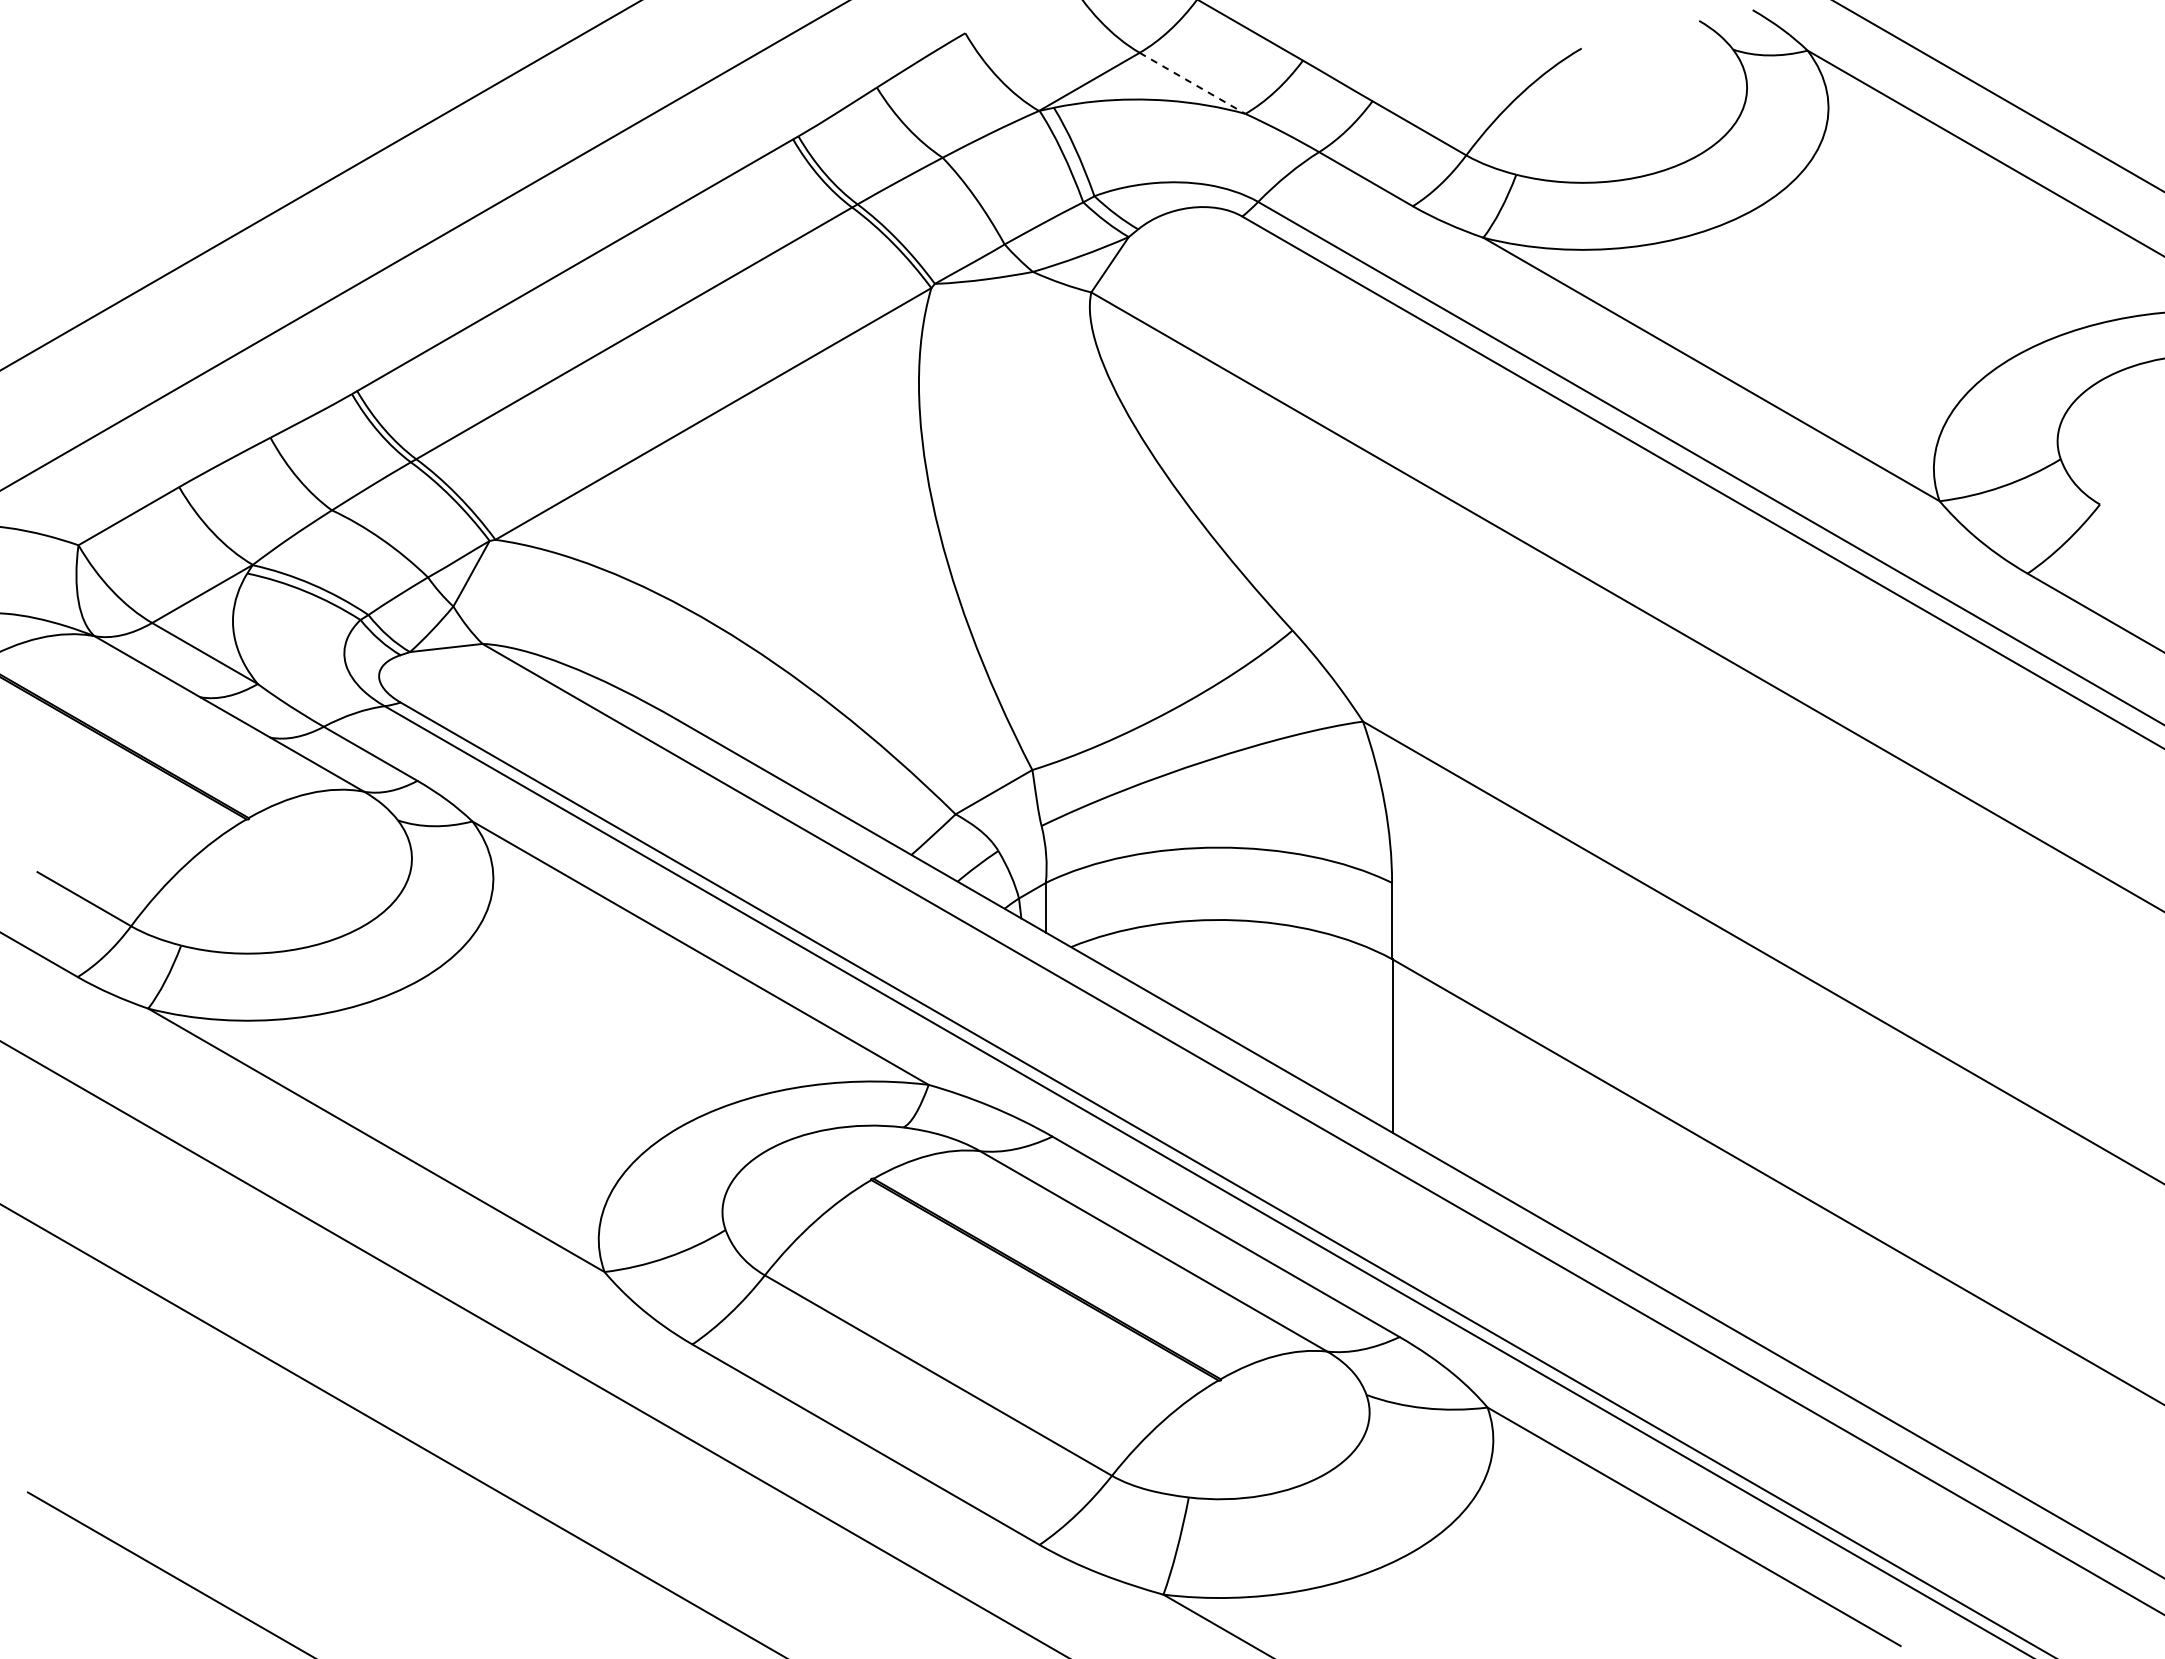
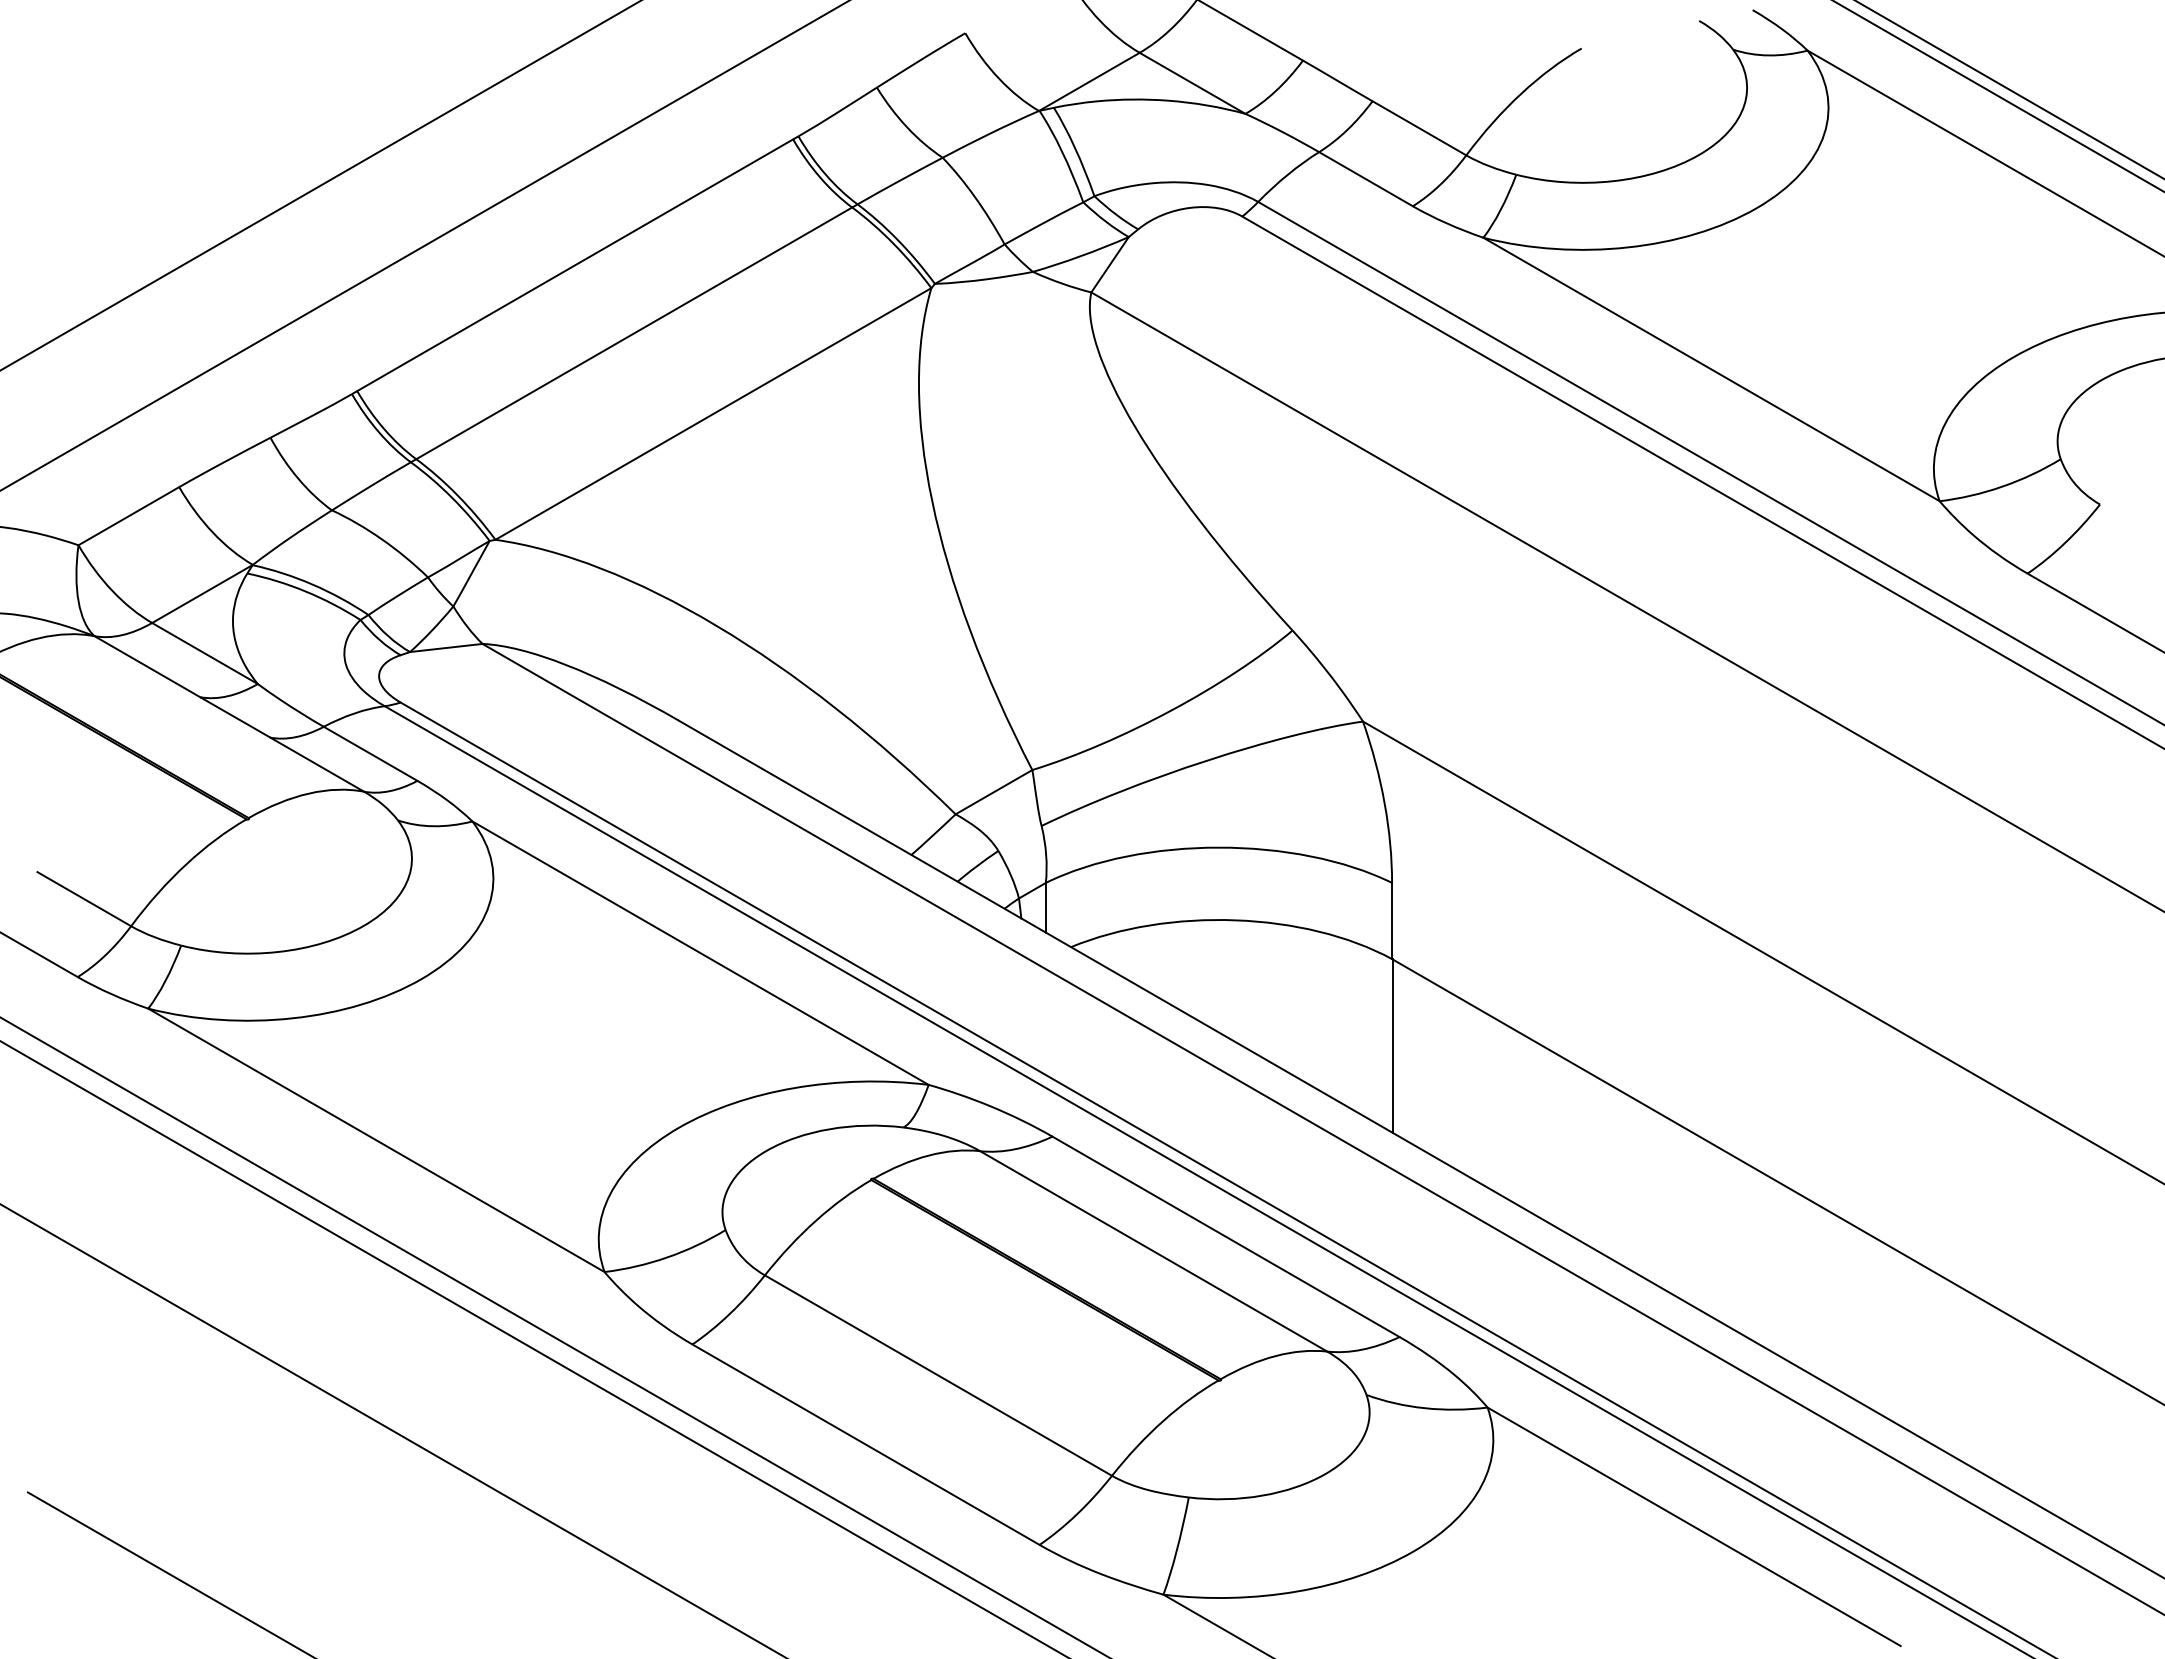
line at (1193, 83): dashed -> solid
line at (2009, 89): none -> present
line at (554, 1336): none -> present
